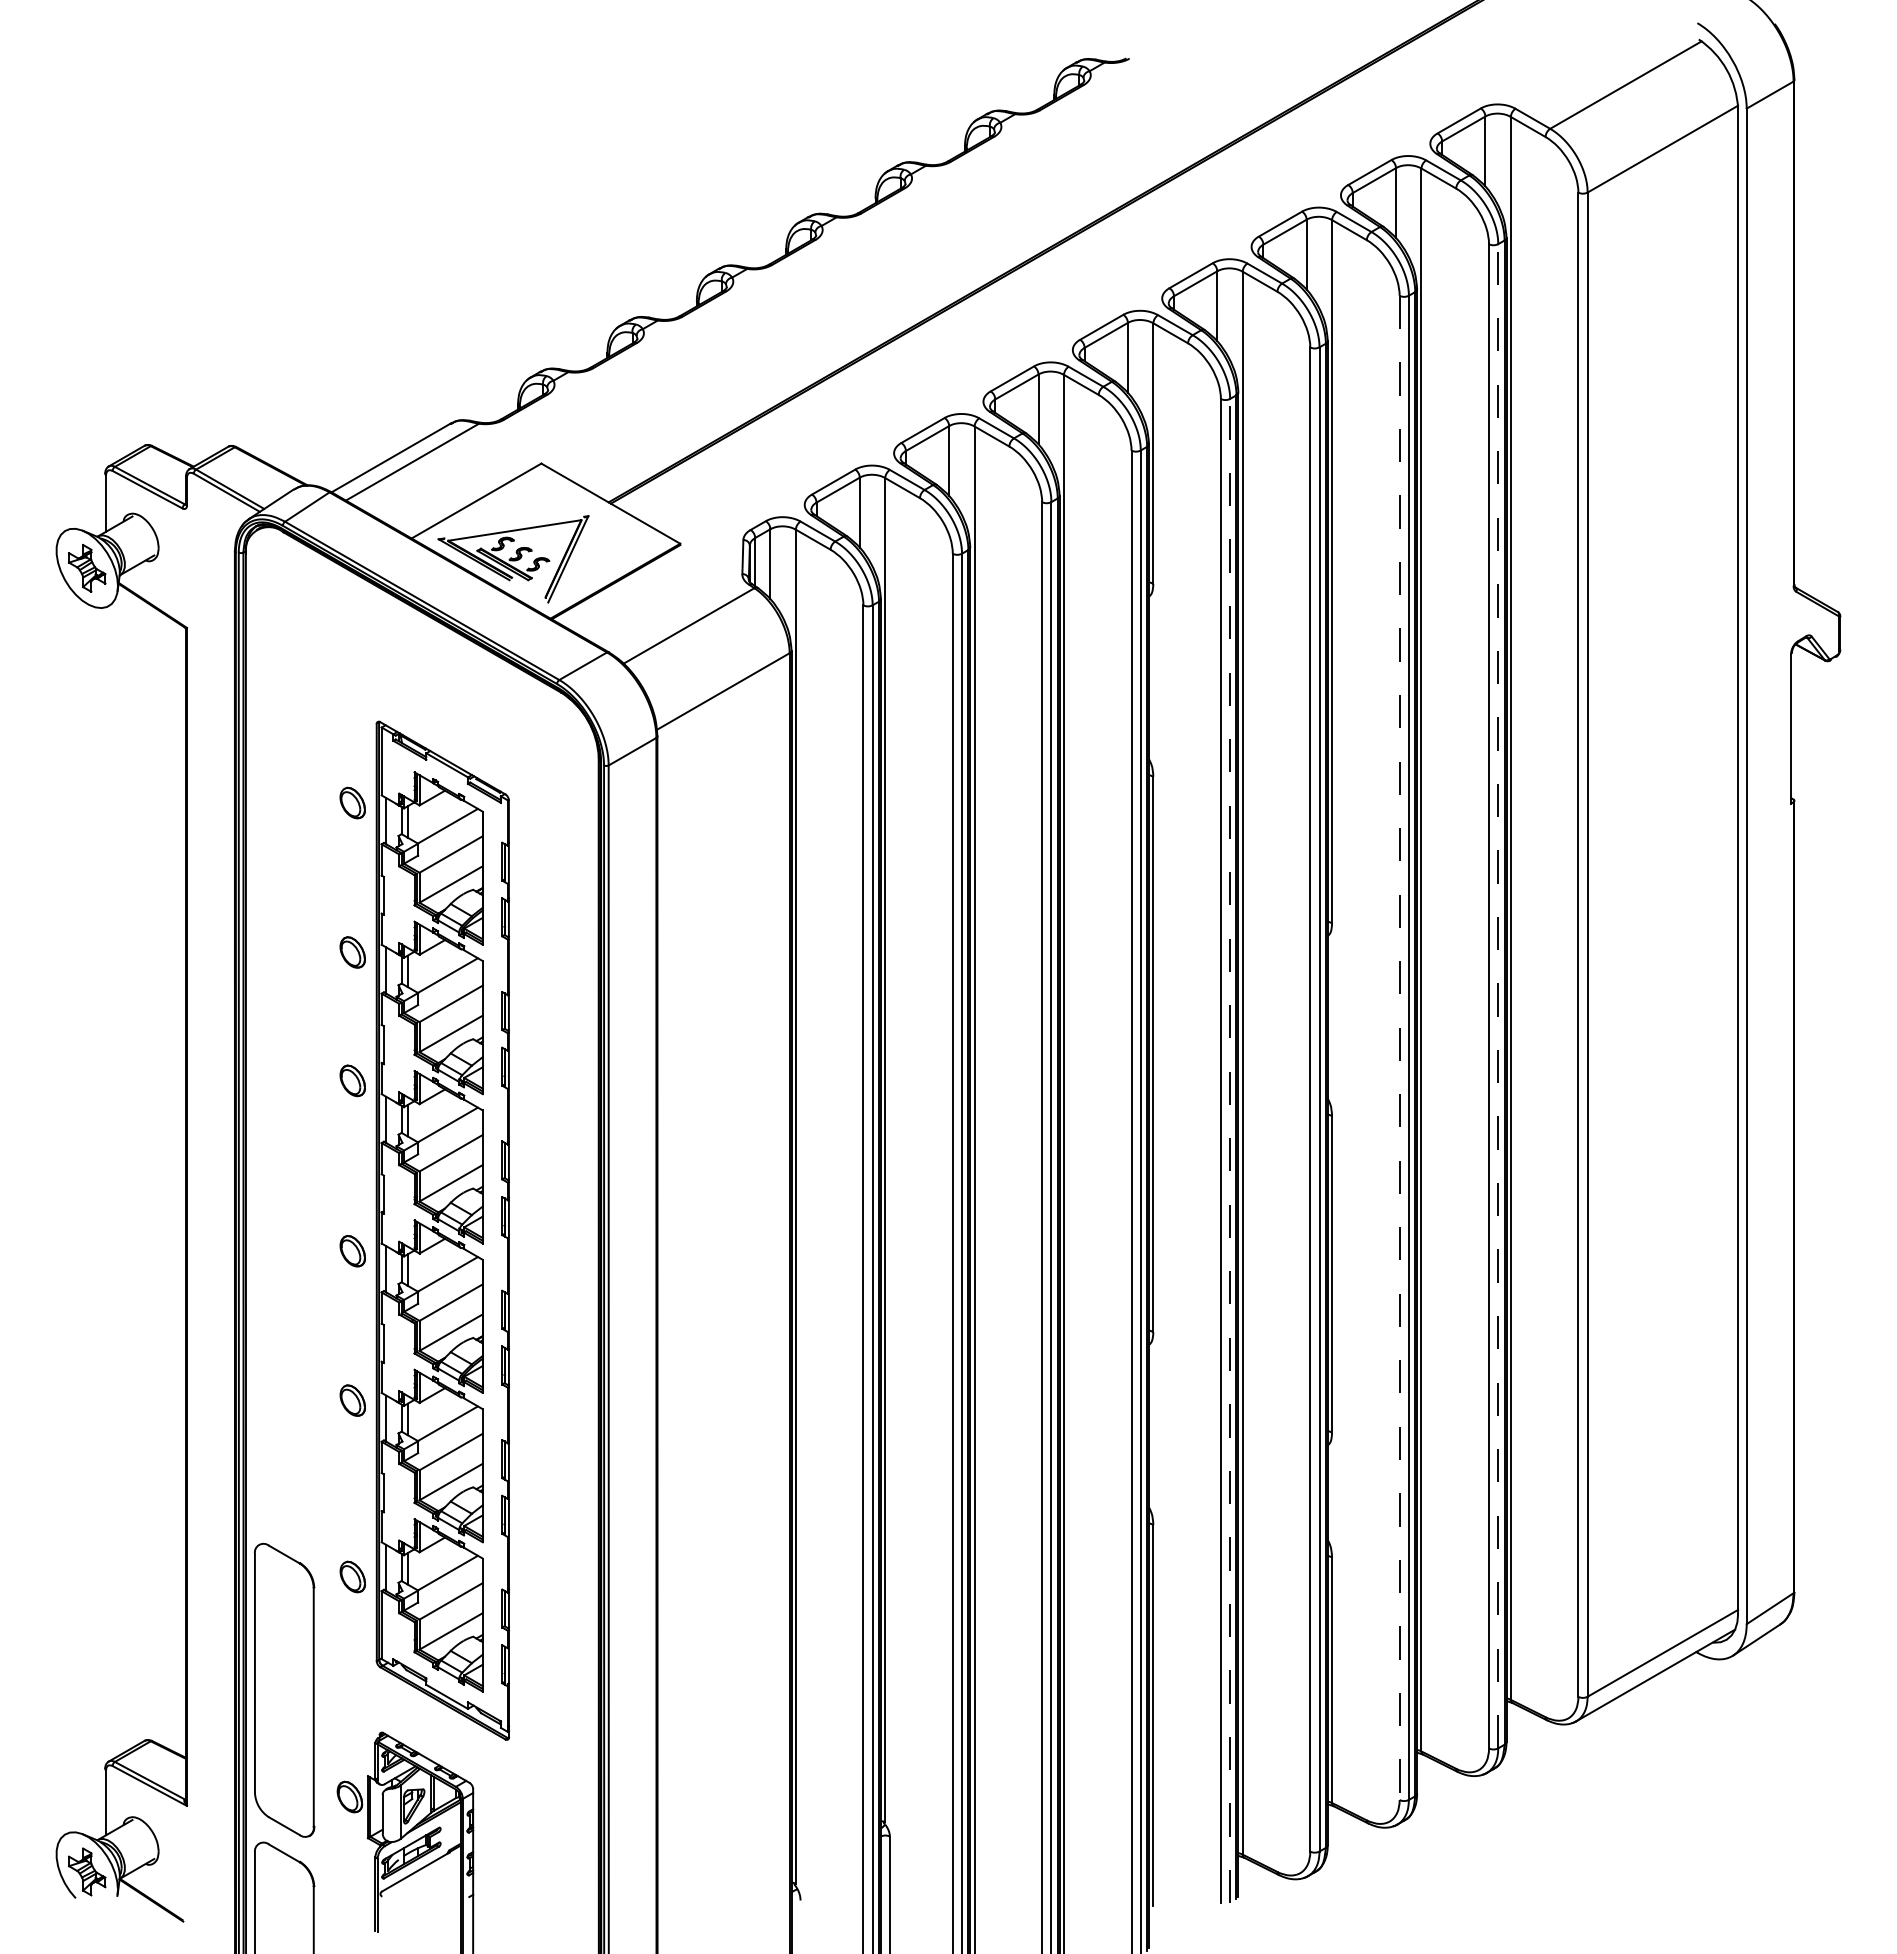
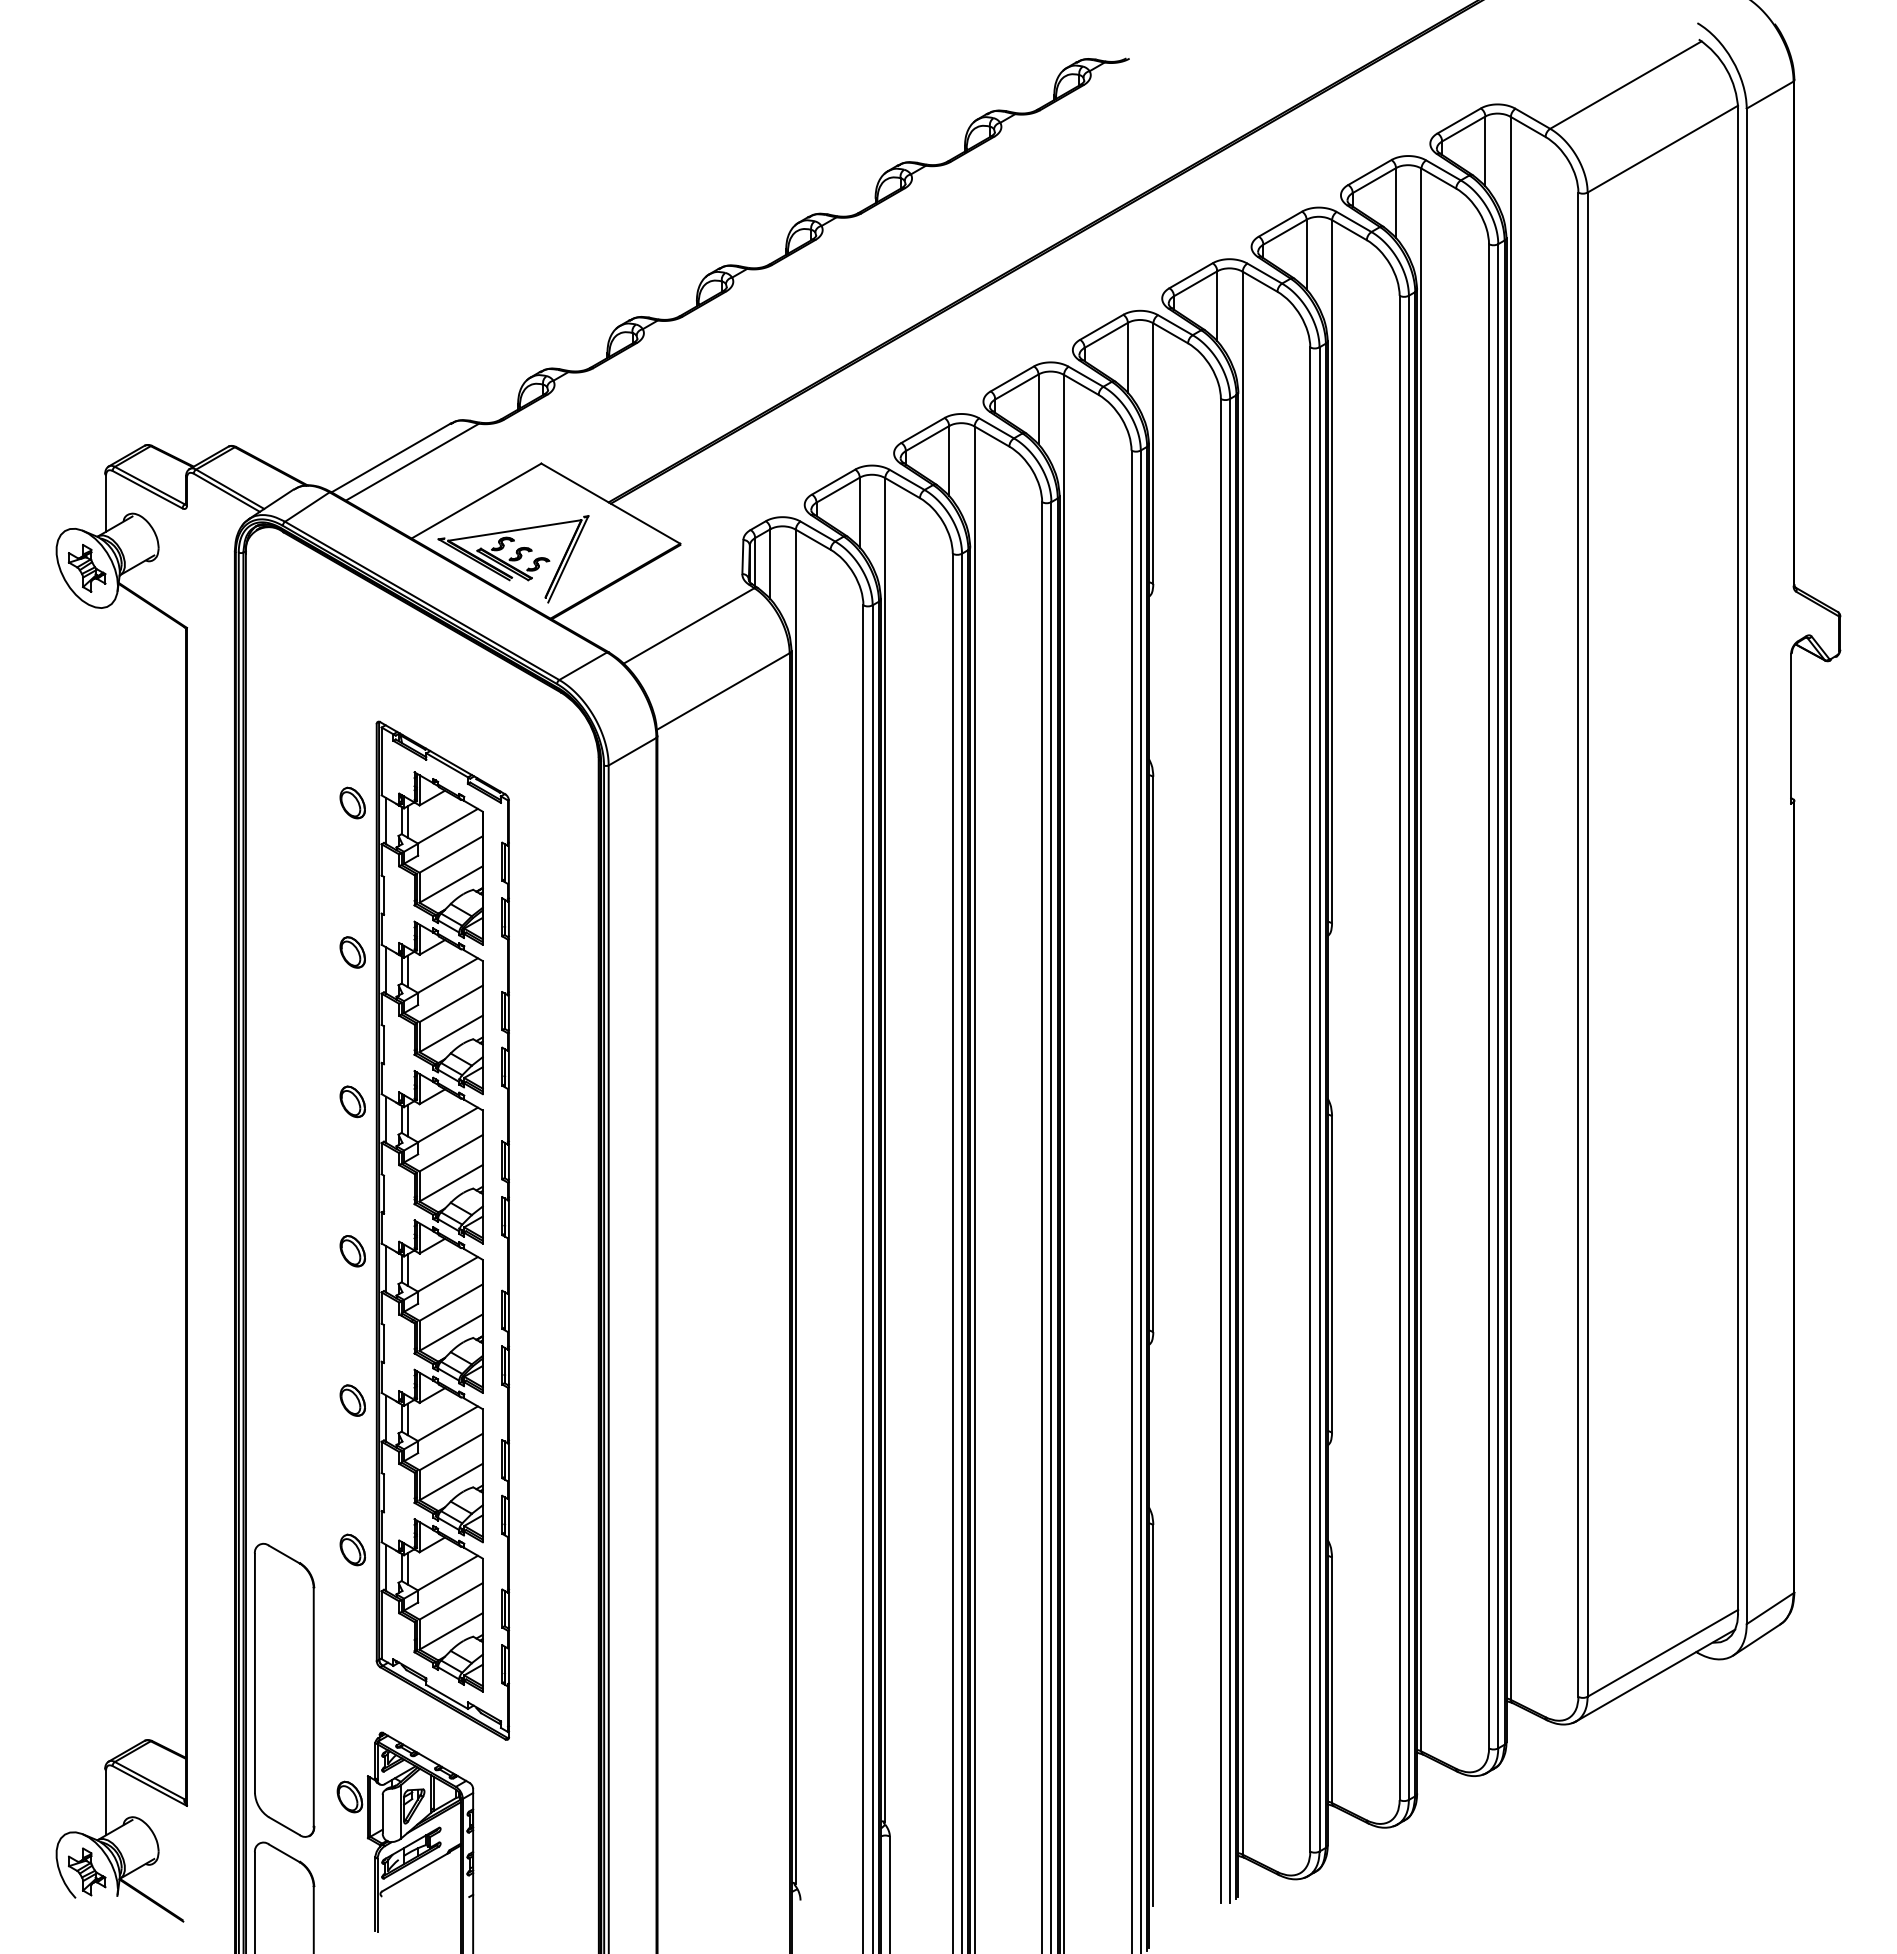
line at (1498, 995): dashed -> solid
line at (1399, 1048): dashed -> solid
part at (352, 1080) position: (352, 1080) -> (352, 1101)
line at (1230, 1150): dashed -> solid
part at (352, 1576) position: (352, 1576) -> (352, 1549)
